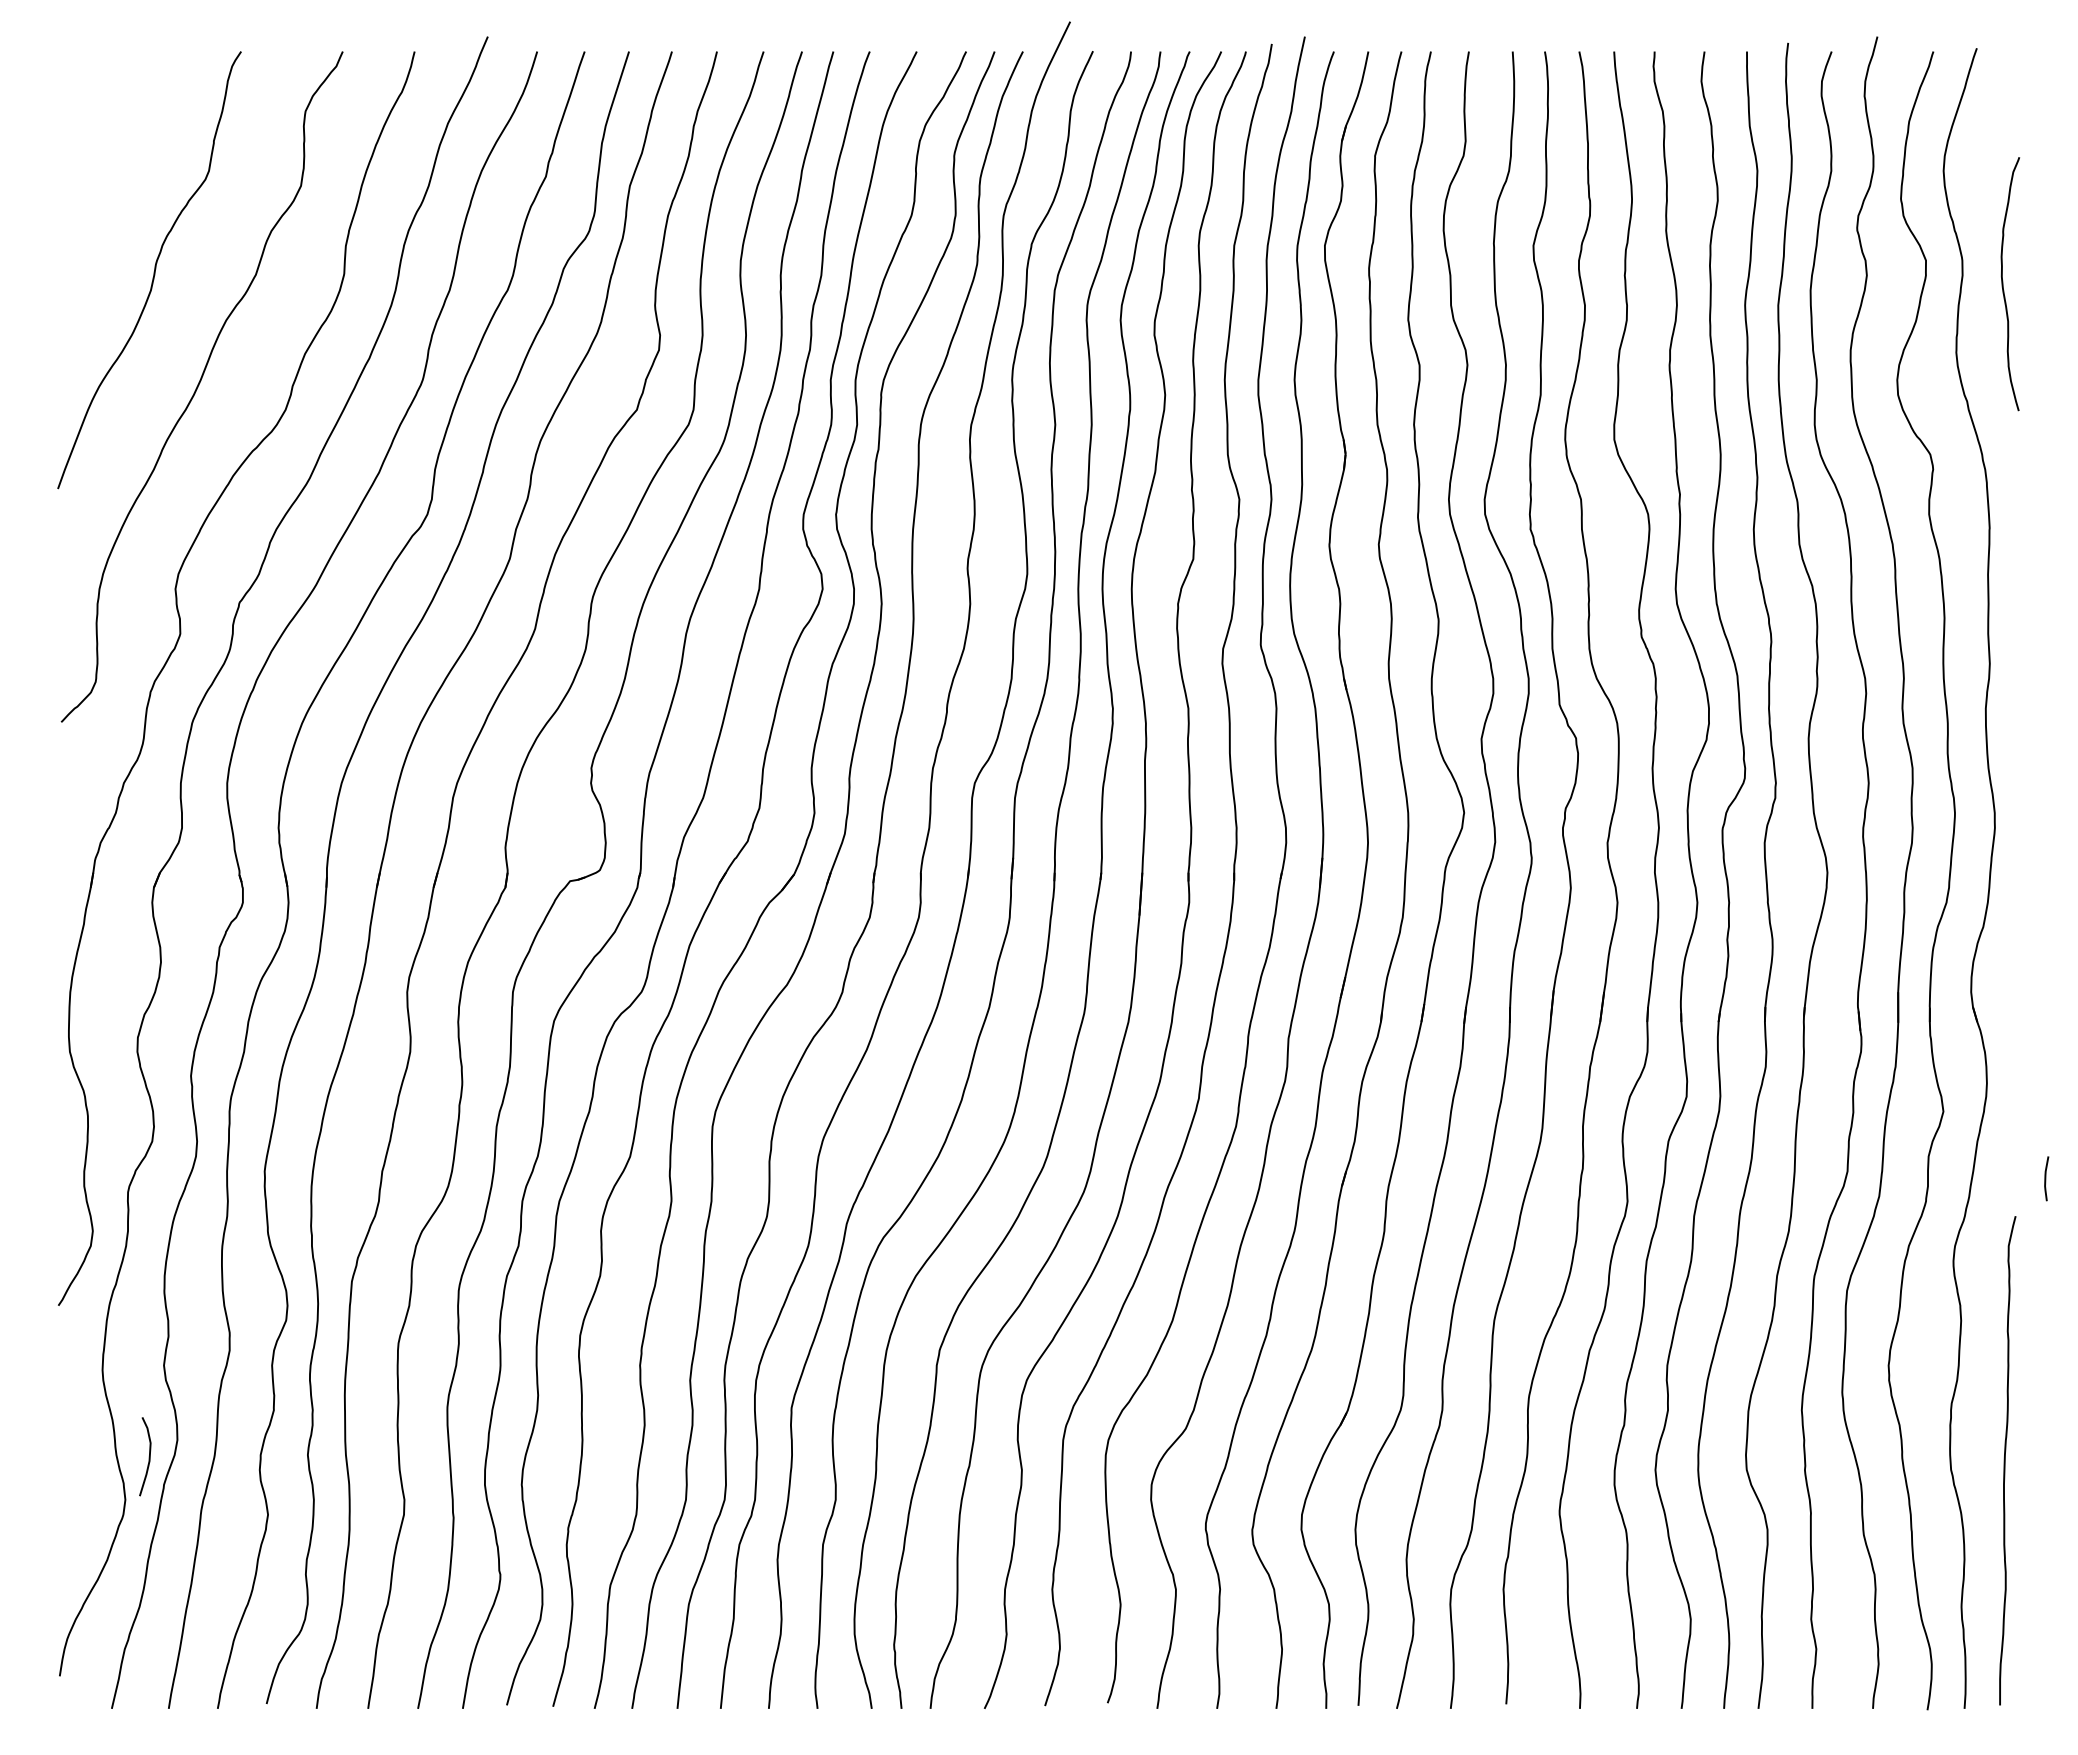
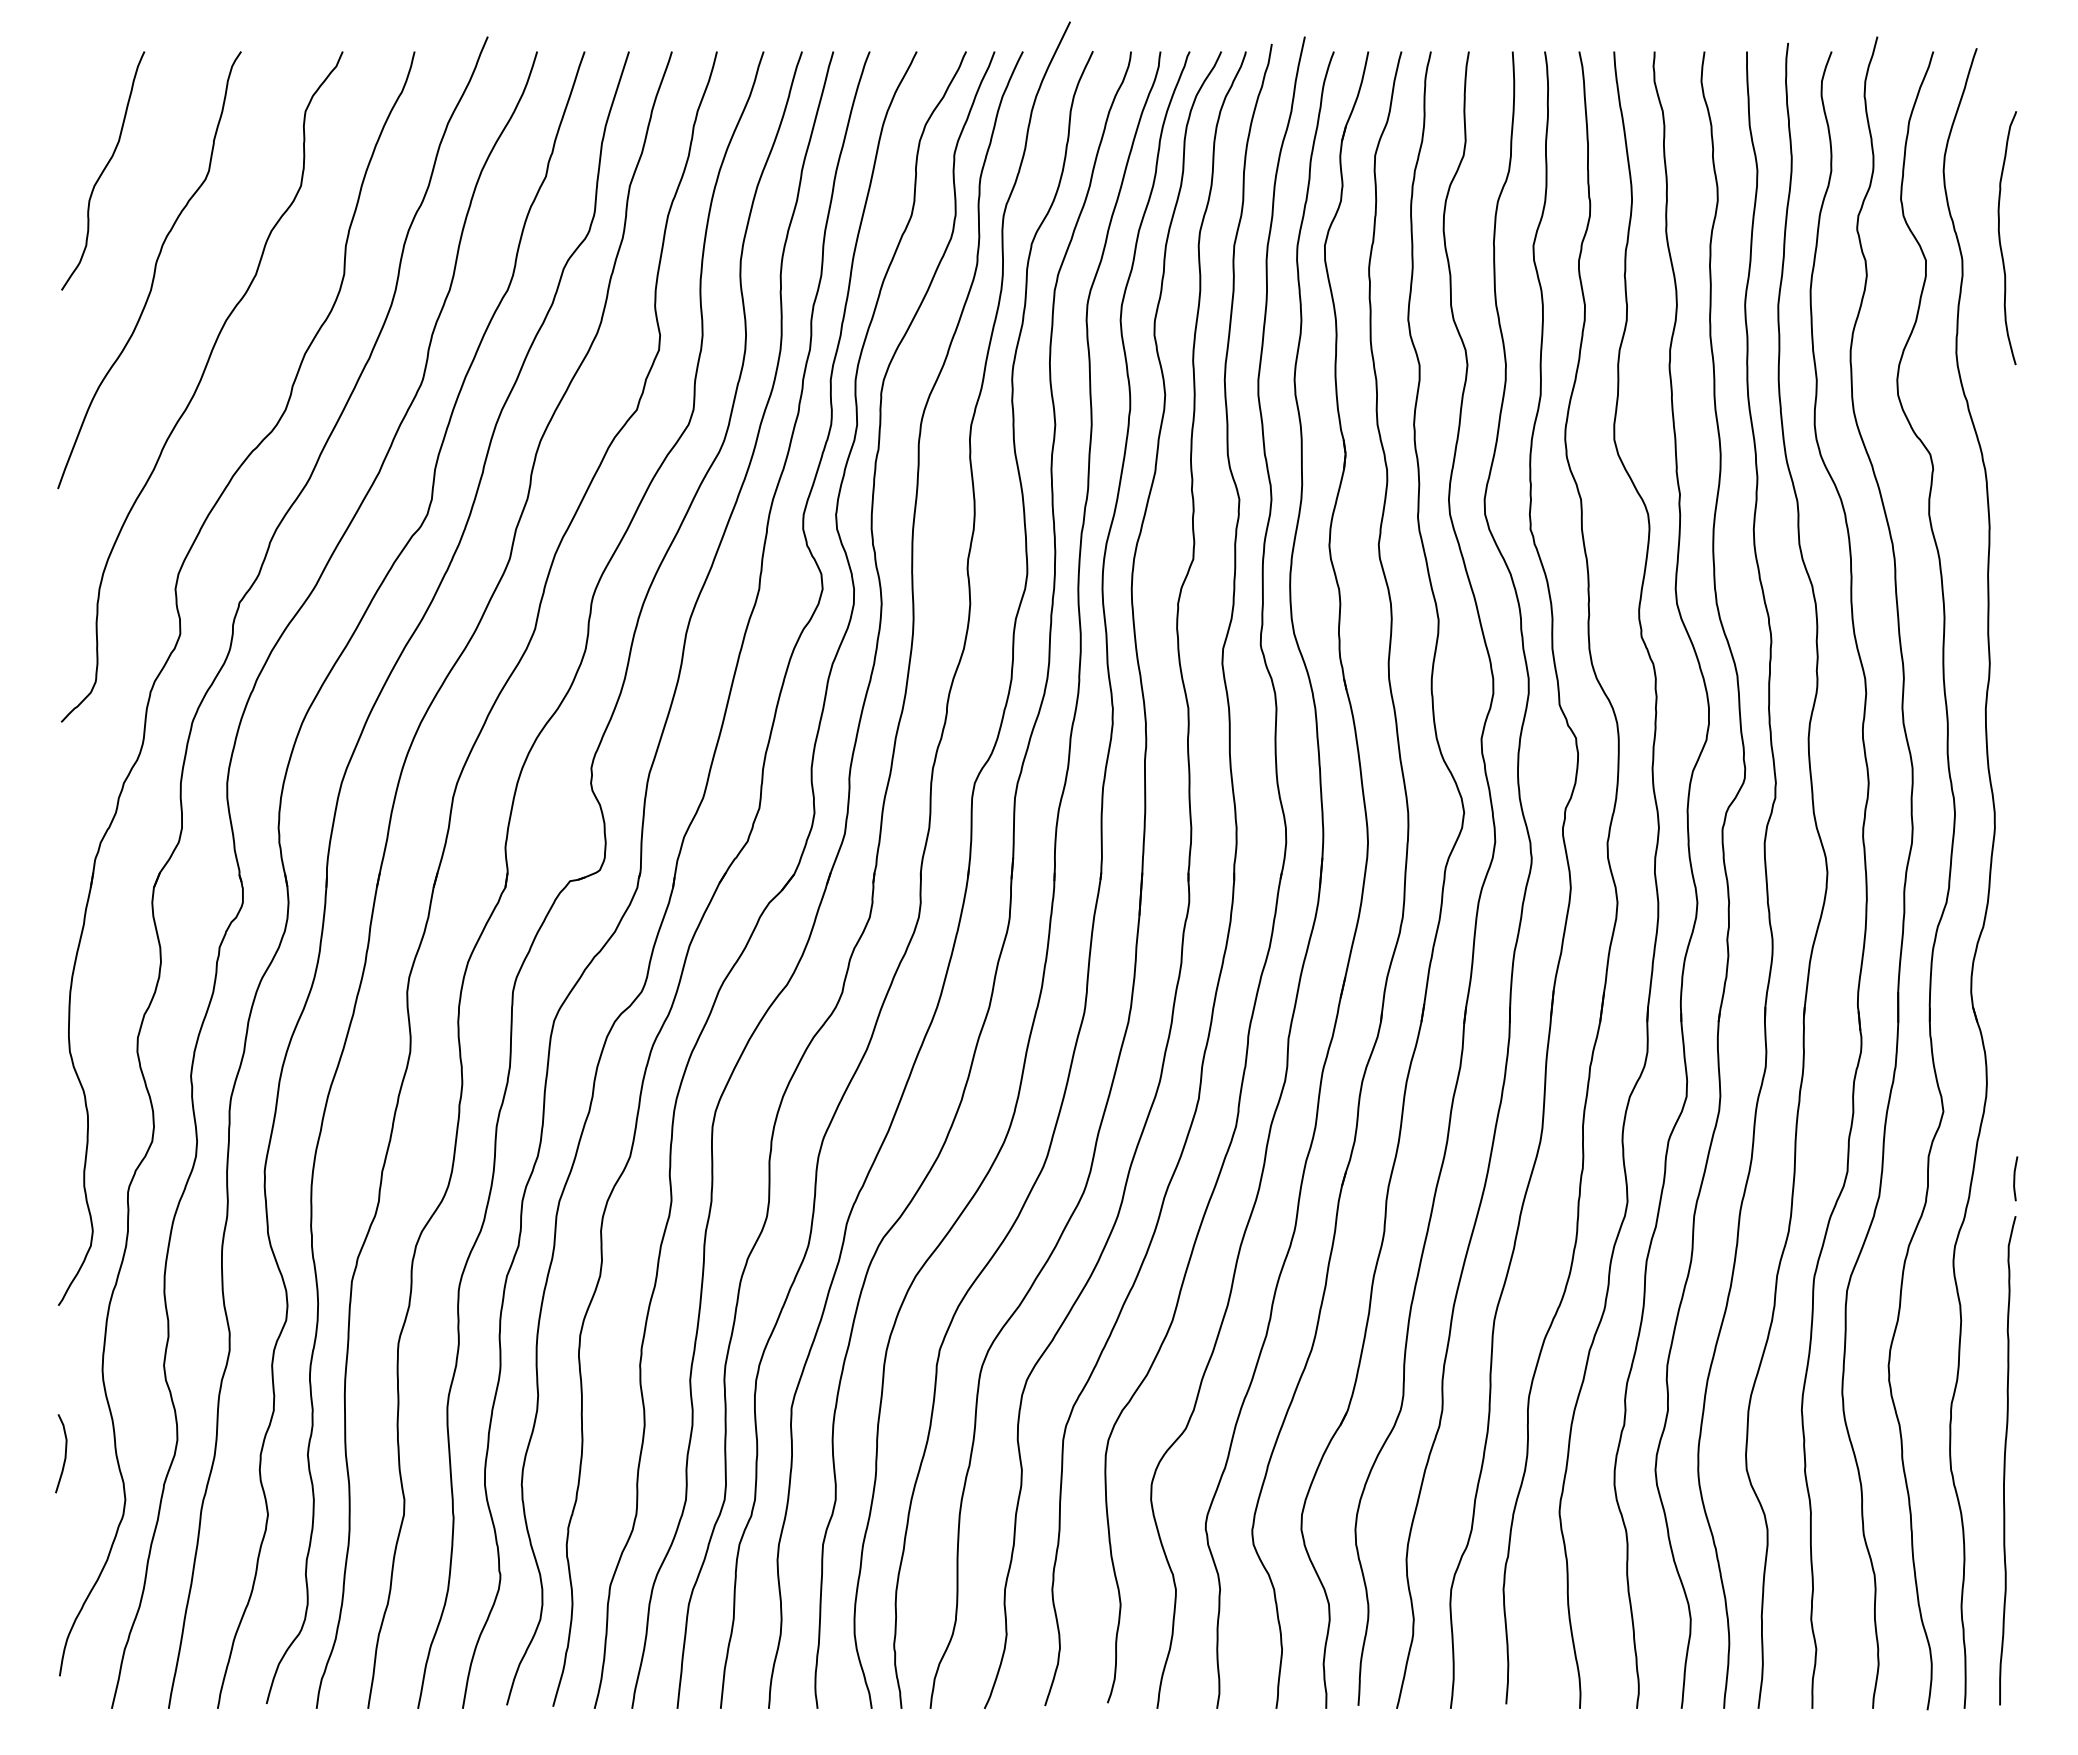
curve at (103, 170): none -> present
curve at (2003, 284) position: (2003, 284) -> (2000, 238)
curve at (2046, 1178) position: (2046, 1178) -> (2015, 1178)
curve at (148, 1456) position: (148, 1456) -> (64, 1453)
